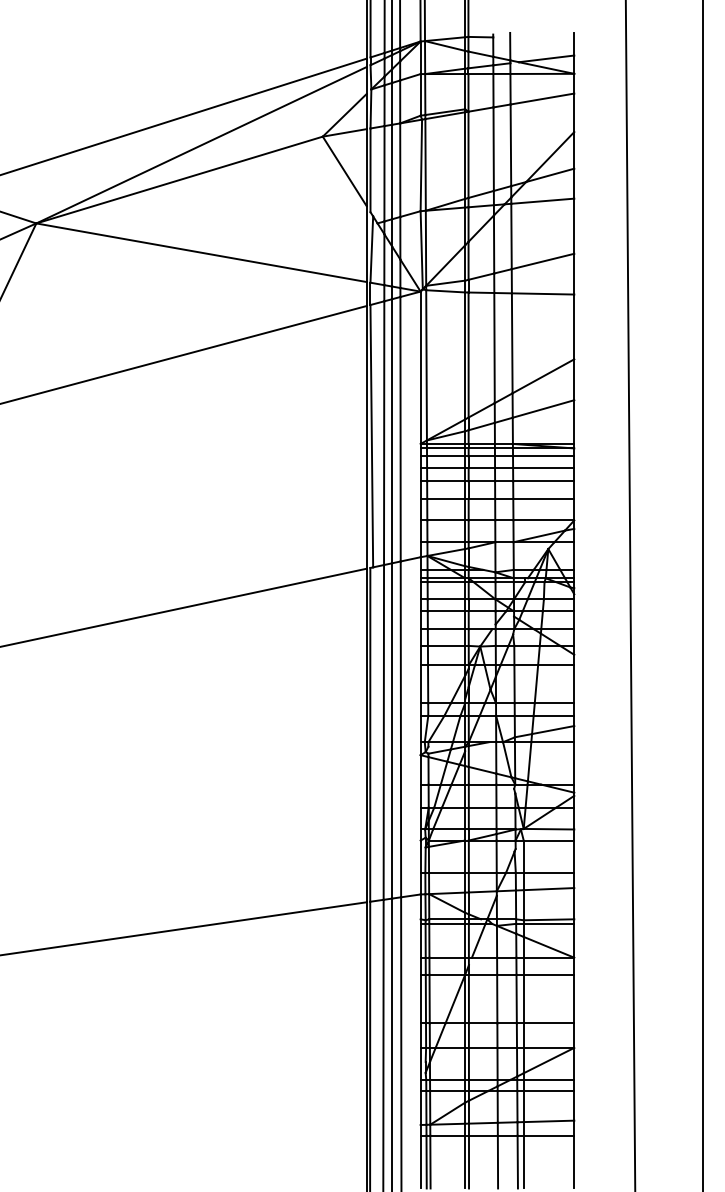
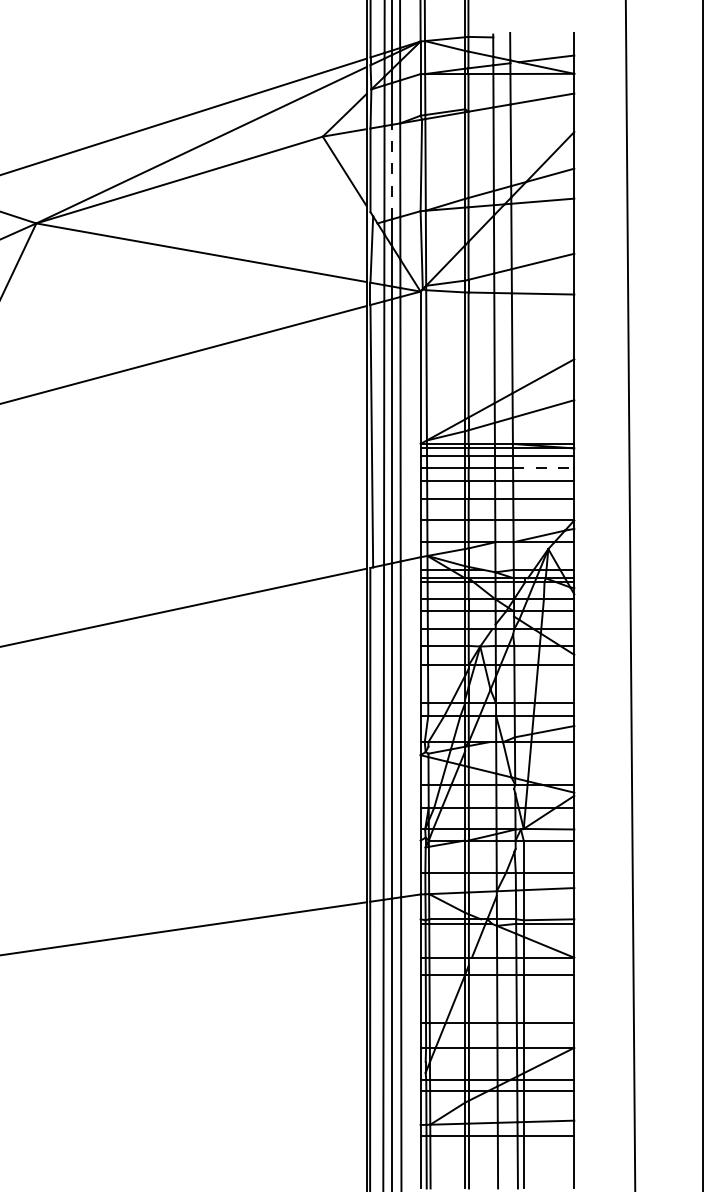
line at (392, 171): solid -> dashed
line at (543, 468): solid -> dashed
